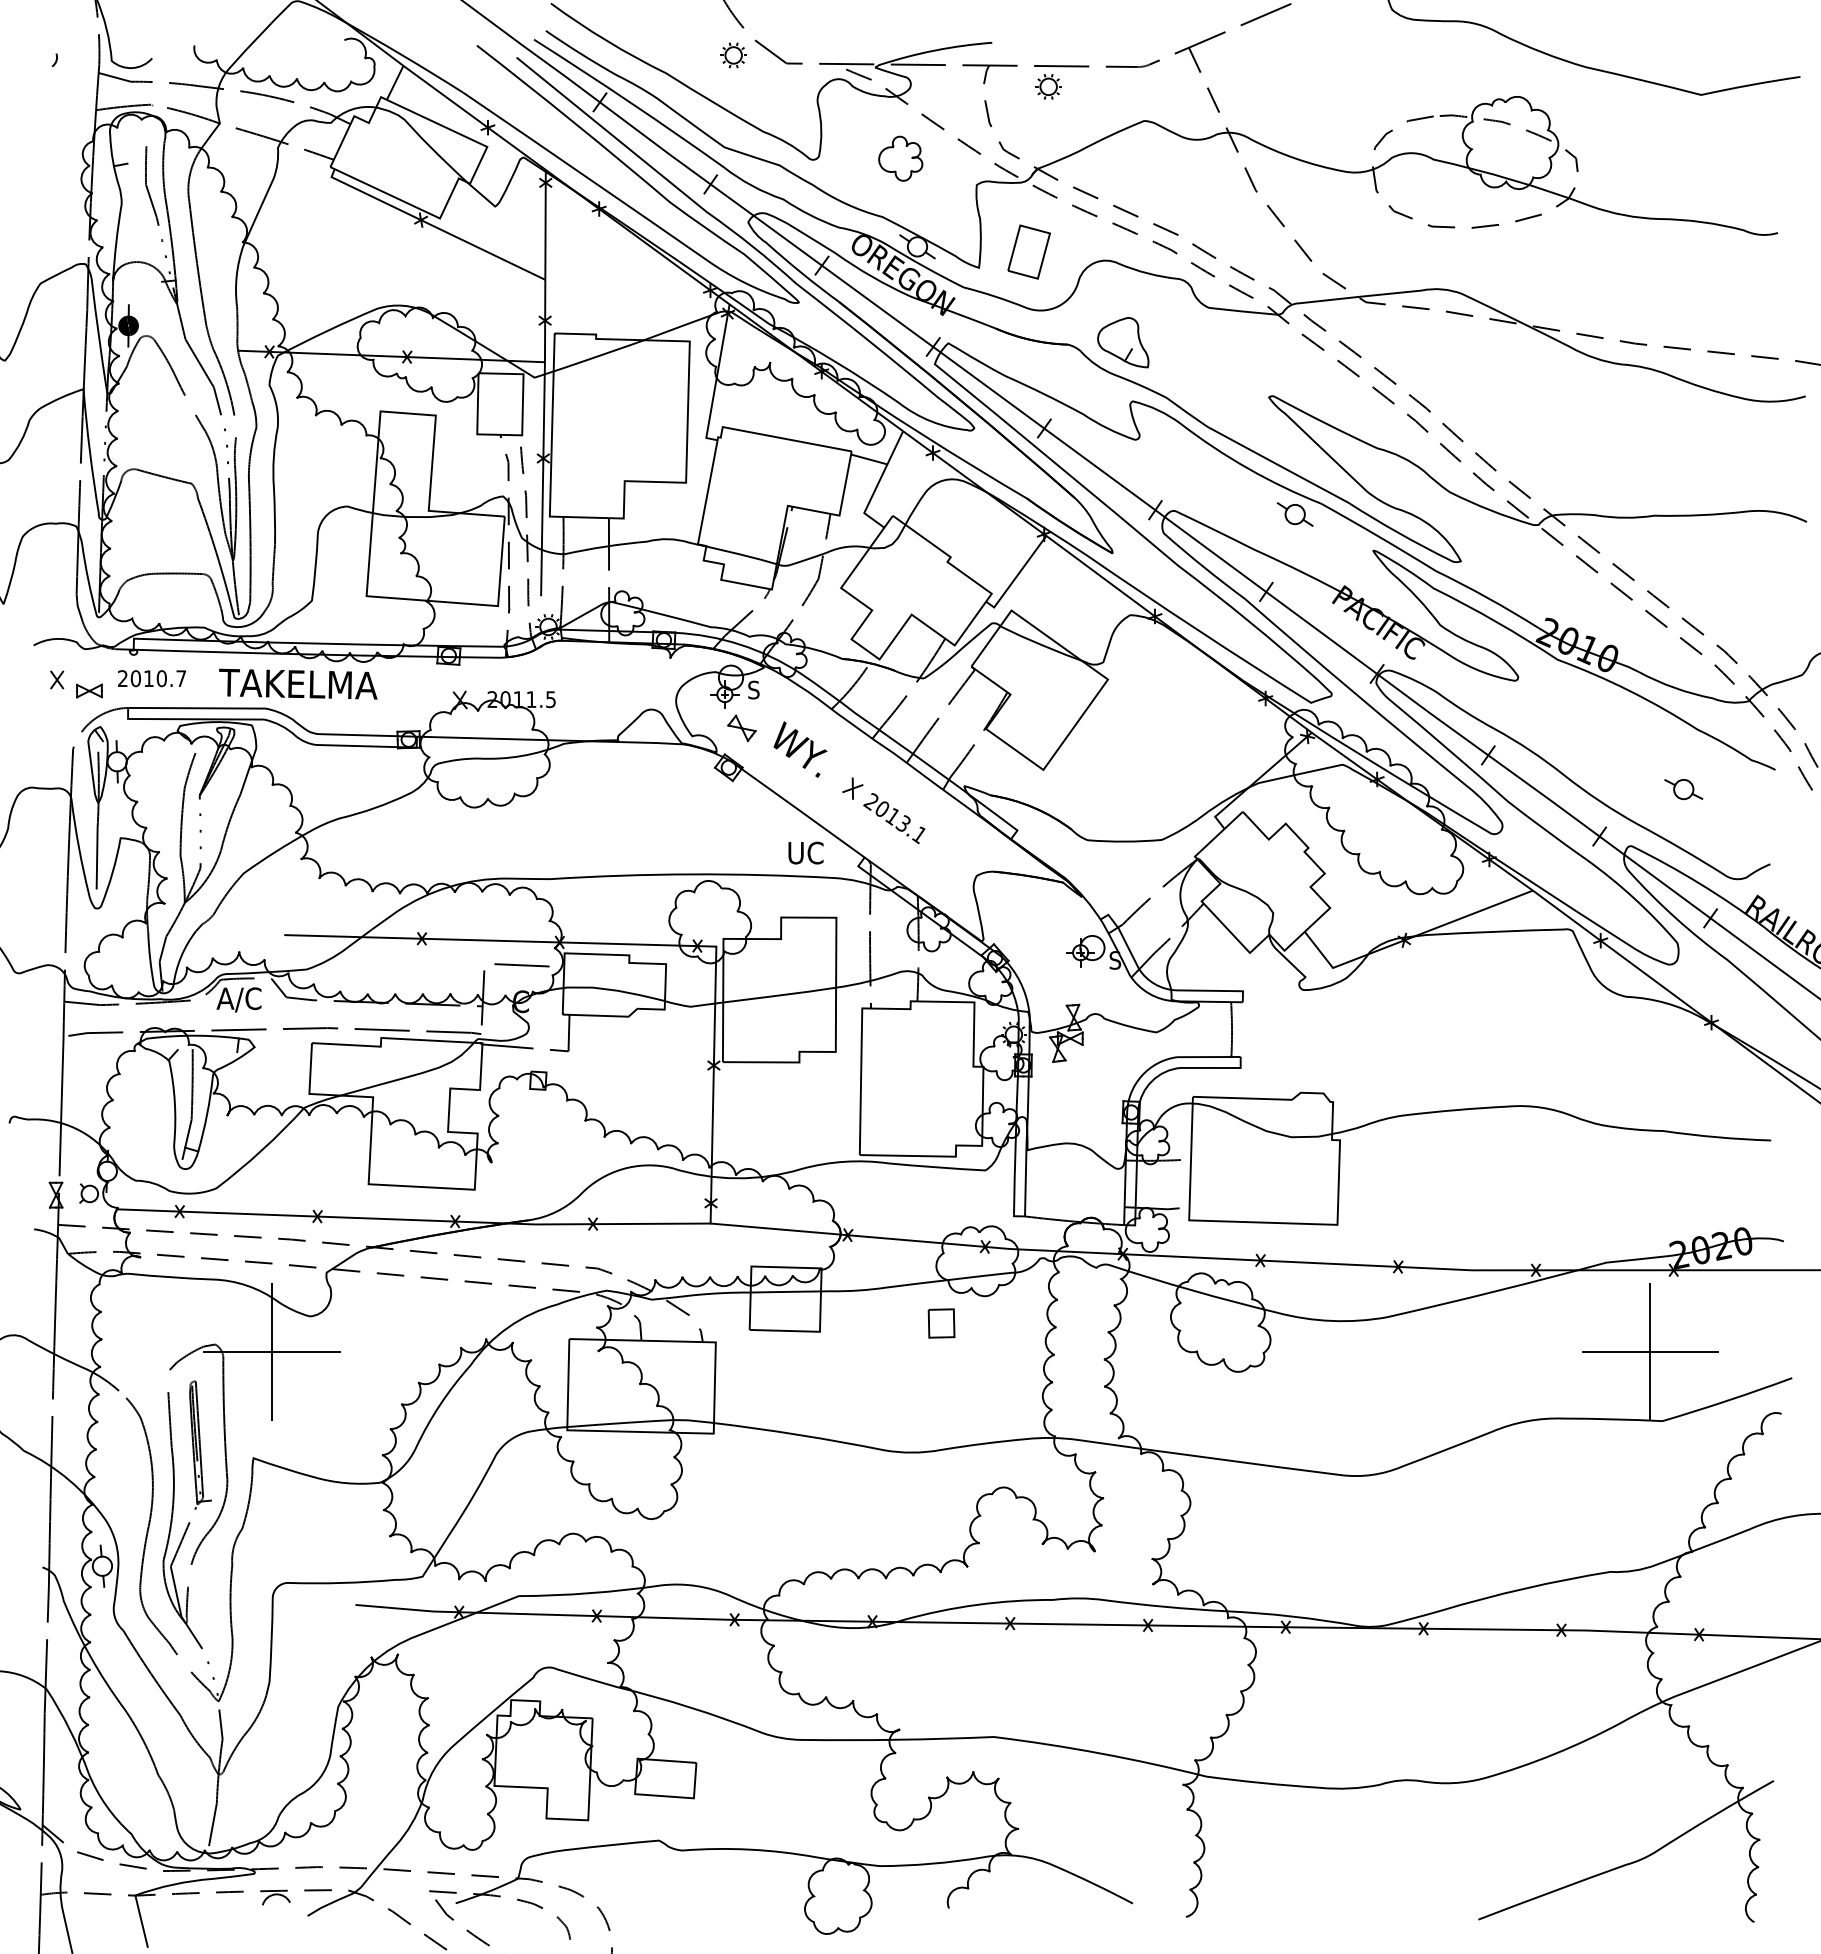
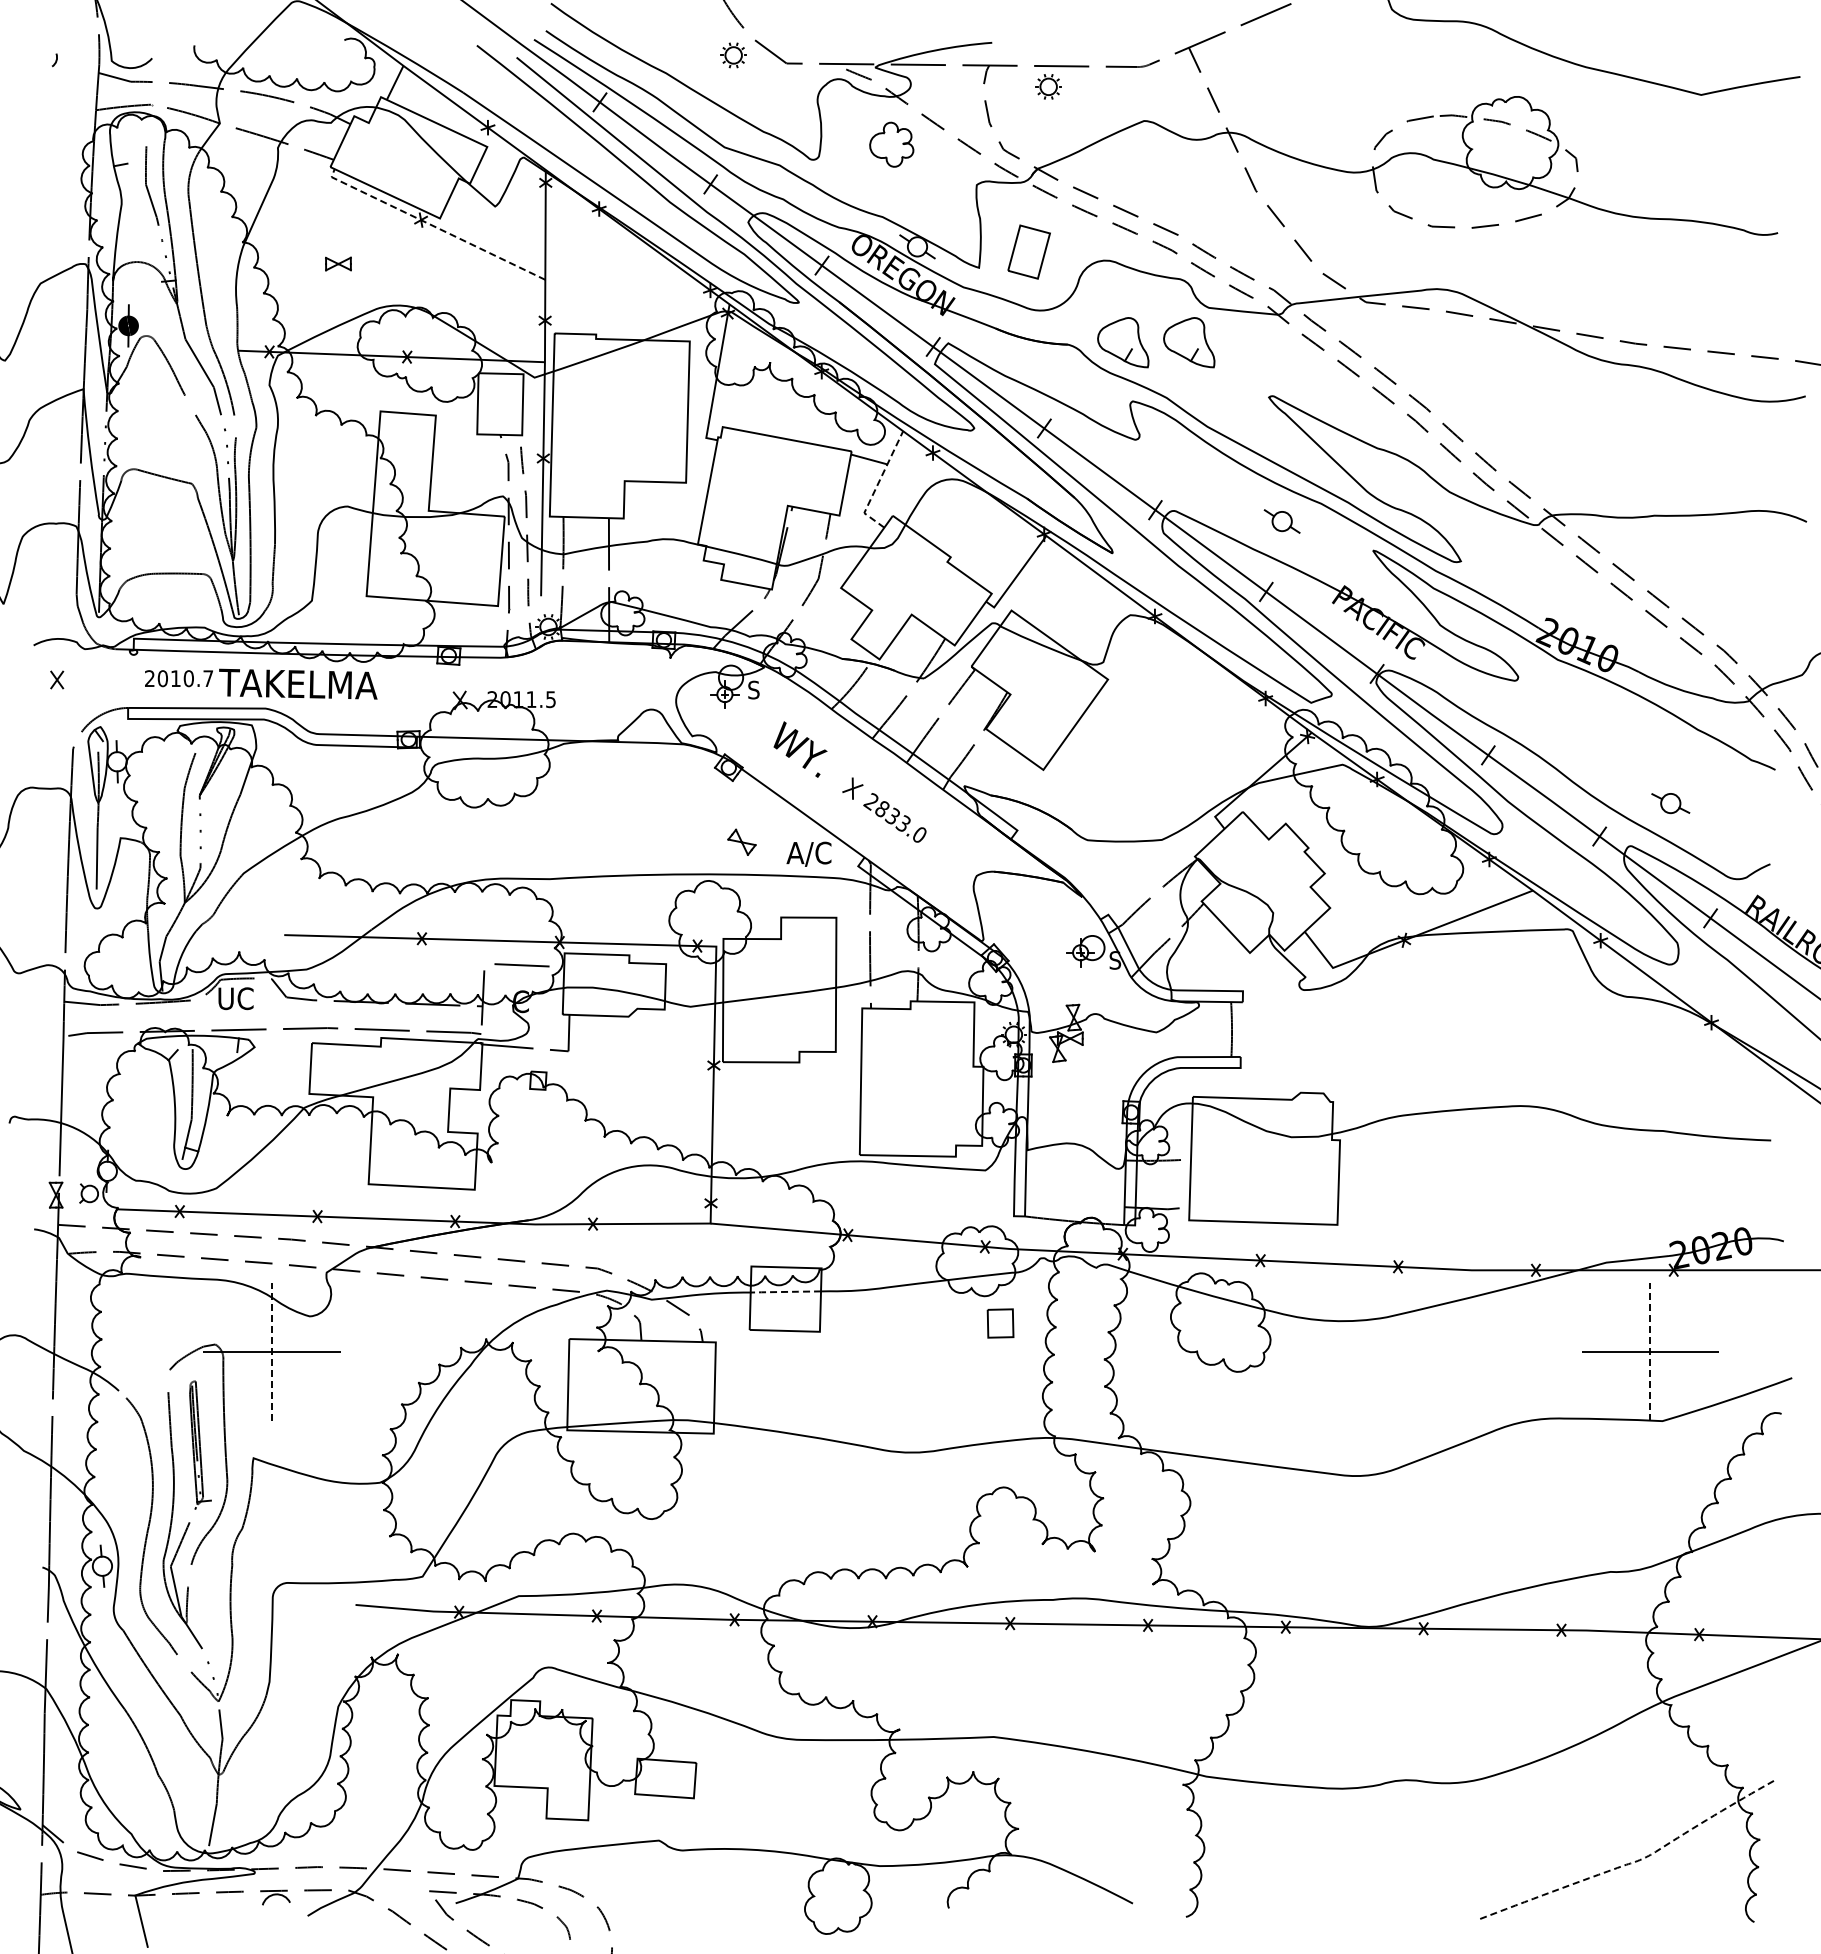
part at (900, 158) position: (900, 158) -> (891, 144)
line at (433, 226): solid -> dashed
part at (1189, 342): none -> present
line at (878, 483): solid -> dashed
part at (1294, 514) position: (1294, 514) -> (1281, 521)
text at (151, 678) position: (151, 678) -> (178, 678)
part at (89, 690) position: (89, 690) -> (338, 263)
part at (741, 727) position: (741, 727) -> (741, 841)
part at (1683, 789) position: (1683, 789) -> (1670, 803)
text at (900, 822): 2013.1 -> 2833.0
text at (808, 853): UC -> A/C
text at (238, 999): A/C -> UC
line at (785, 1291): solid -> dashed
part at (941, 1323) position: (941, 1323) -> (1000, 1323)
line at (272, 1352): solid -> dashed
line at (1650, 1352): solid -> dashed
line at (1634, 1862): solid -> dashed
